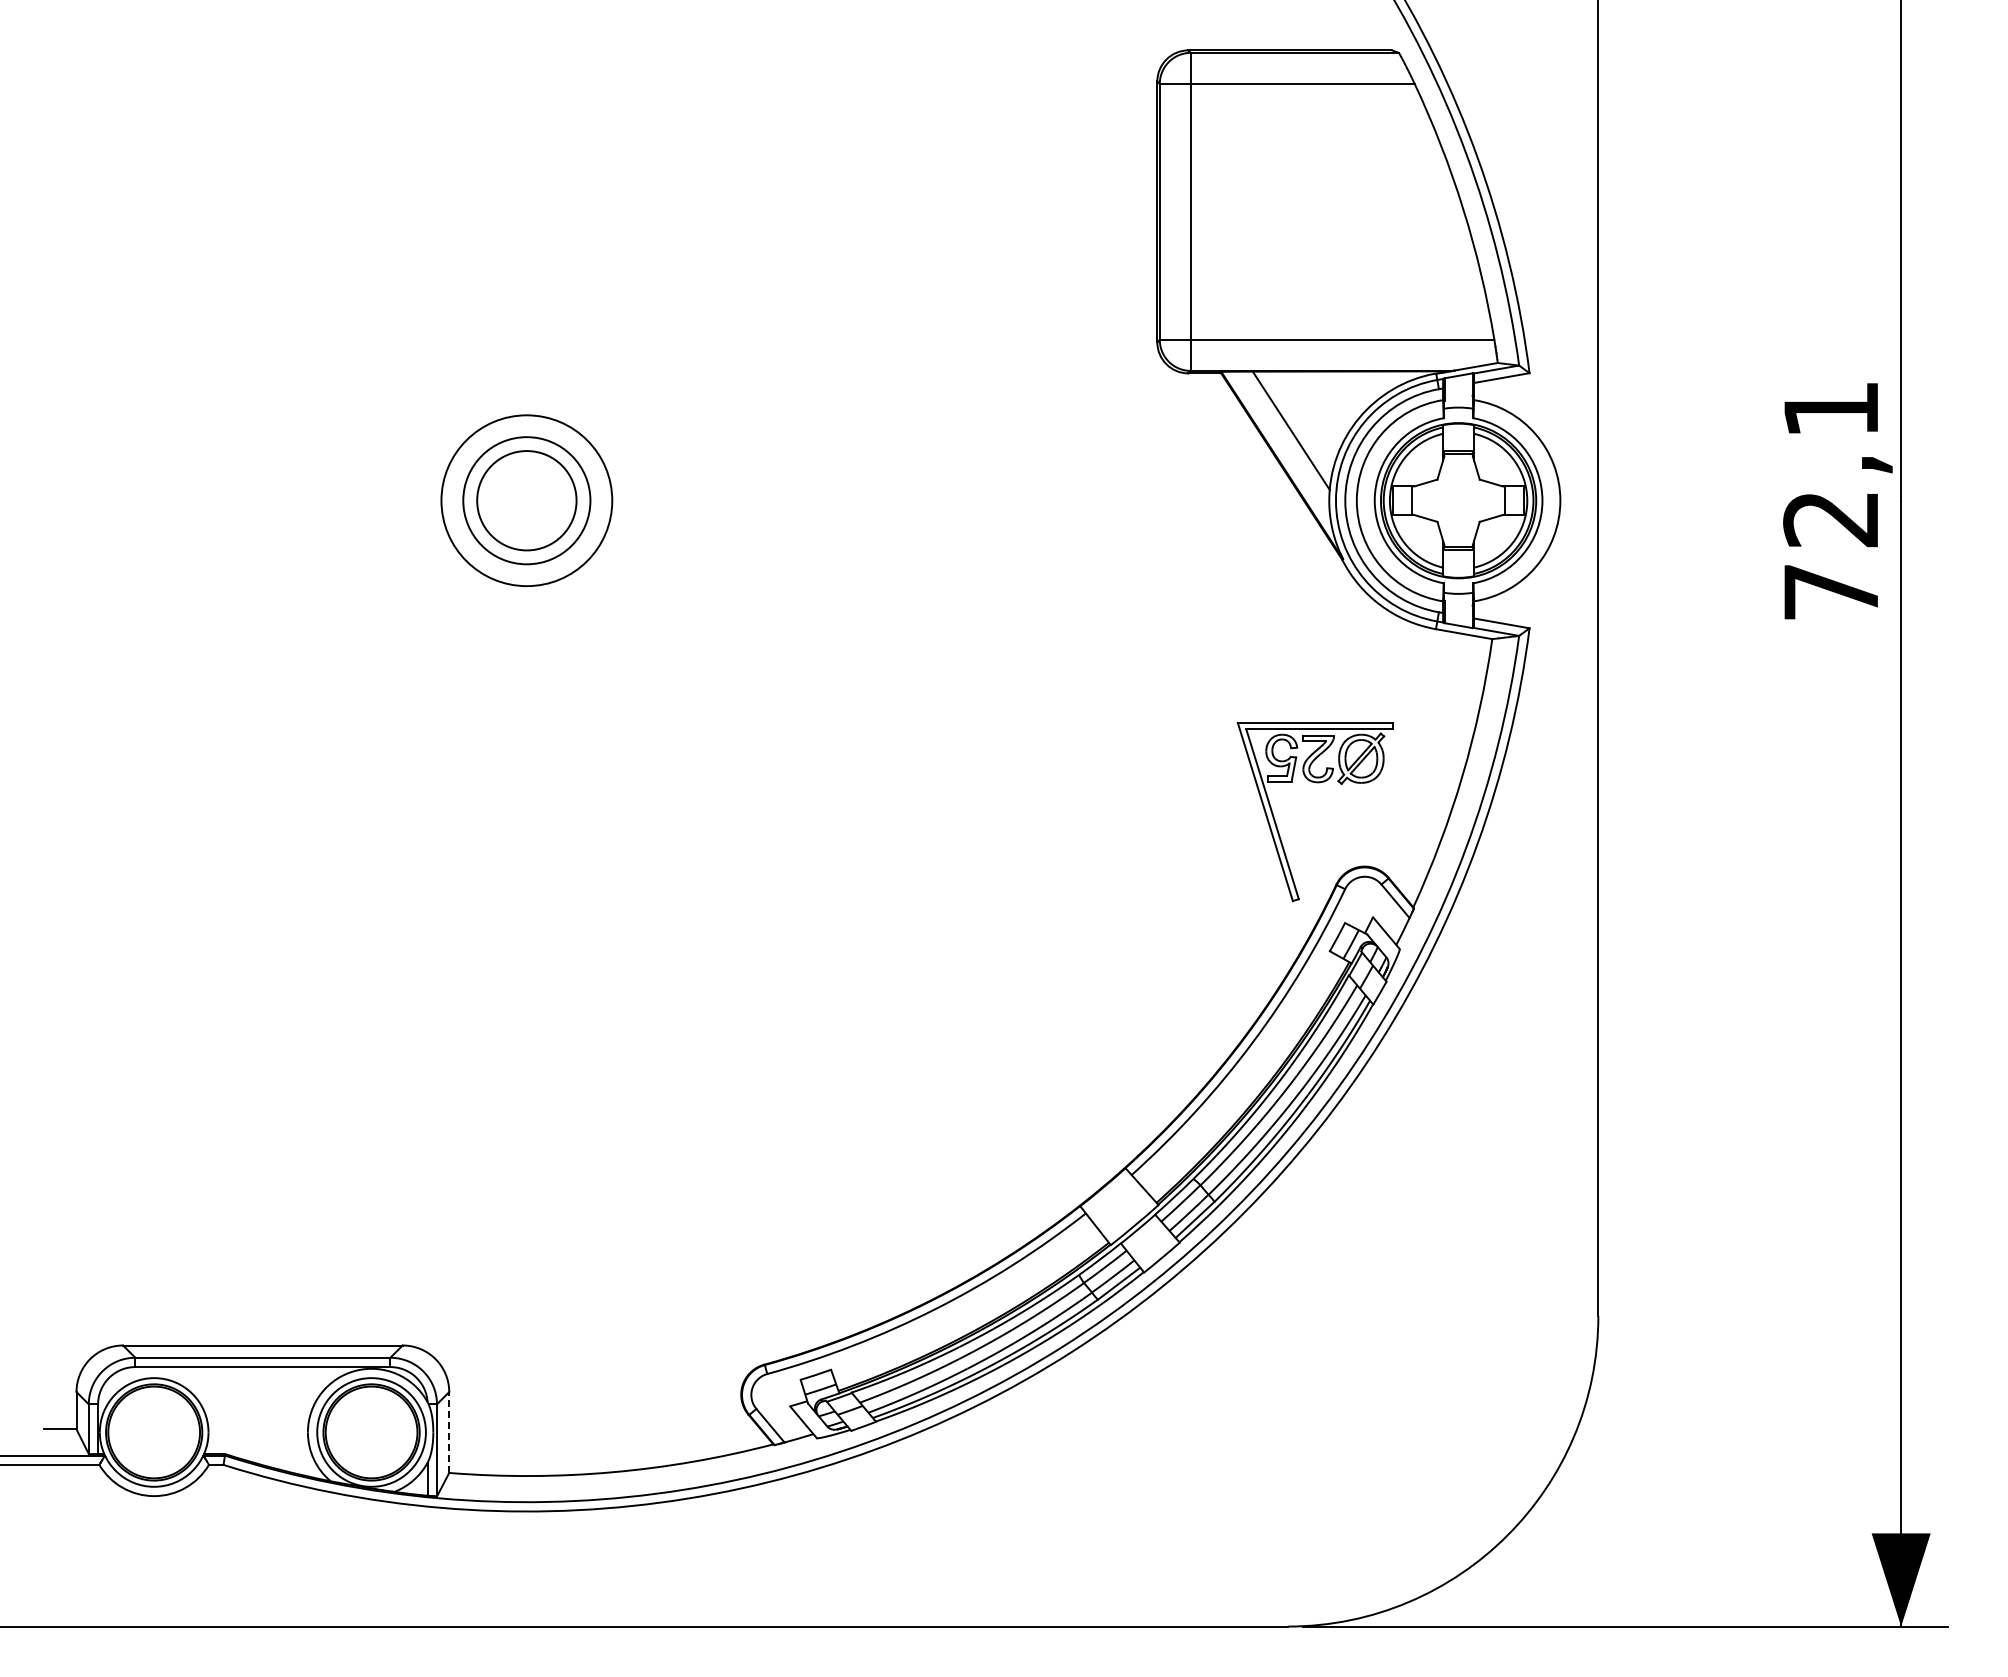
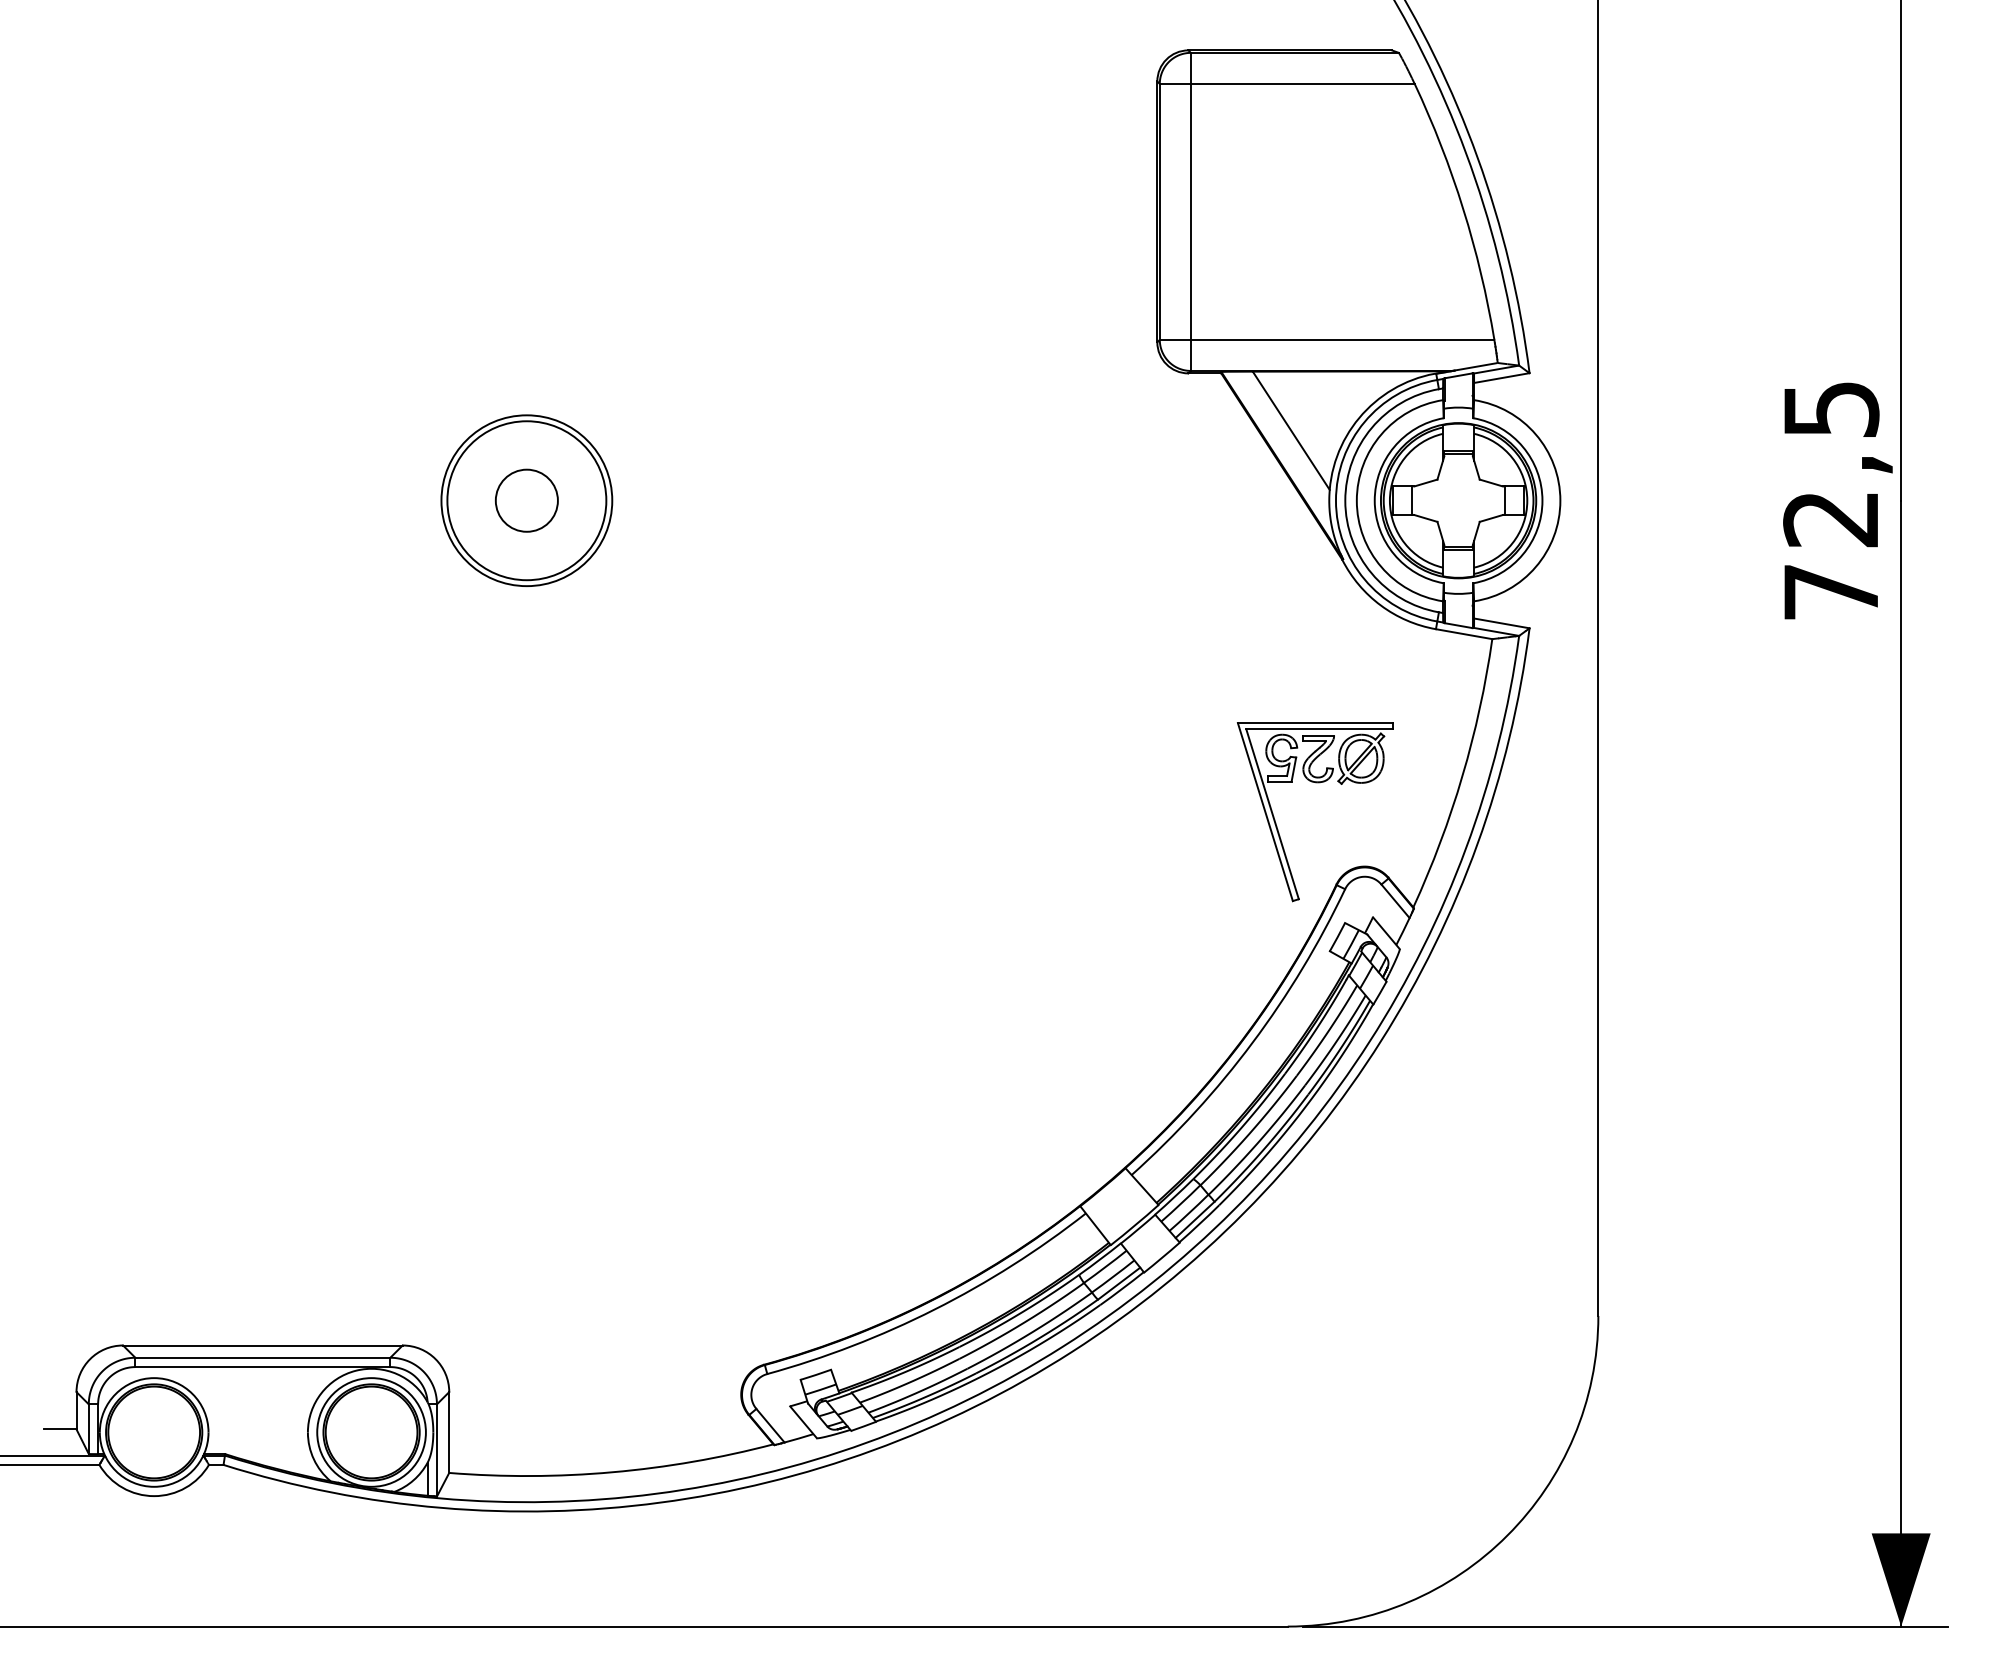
text at (1831, 409): 72,1 -> 72,5
circle at (526, 500) diameter: 127 px -> 159 px
circle at (526, 500) diameter: 99 px -> 62 px
line at (449, 1432): dashed -> solid
